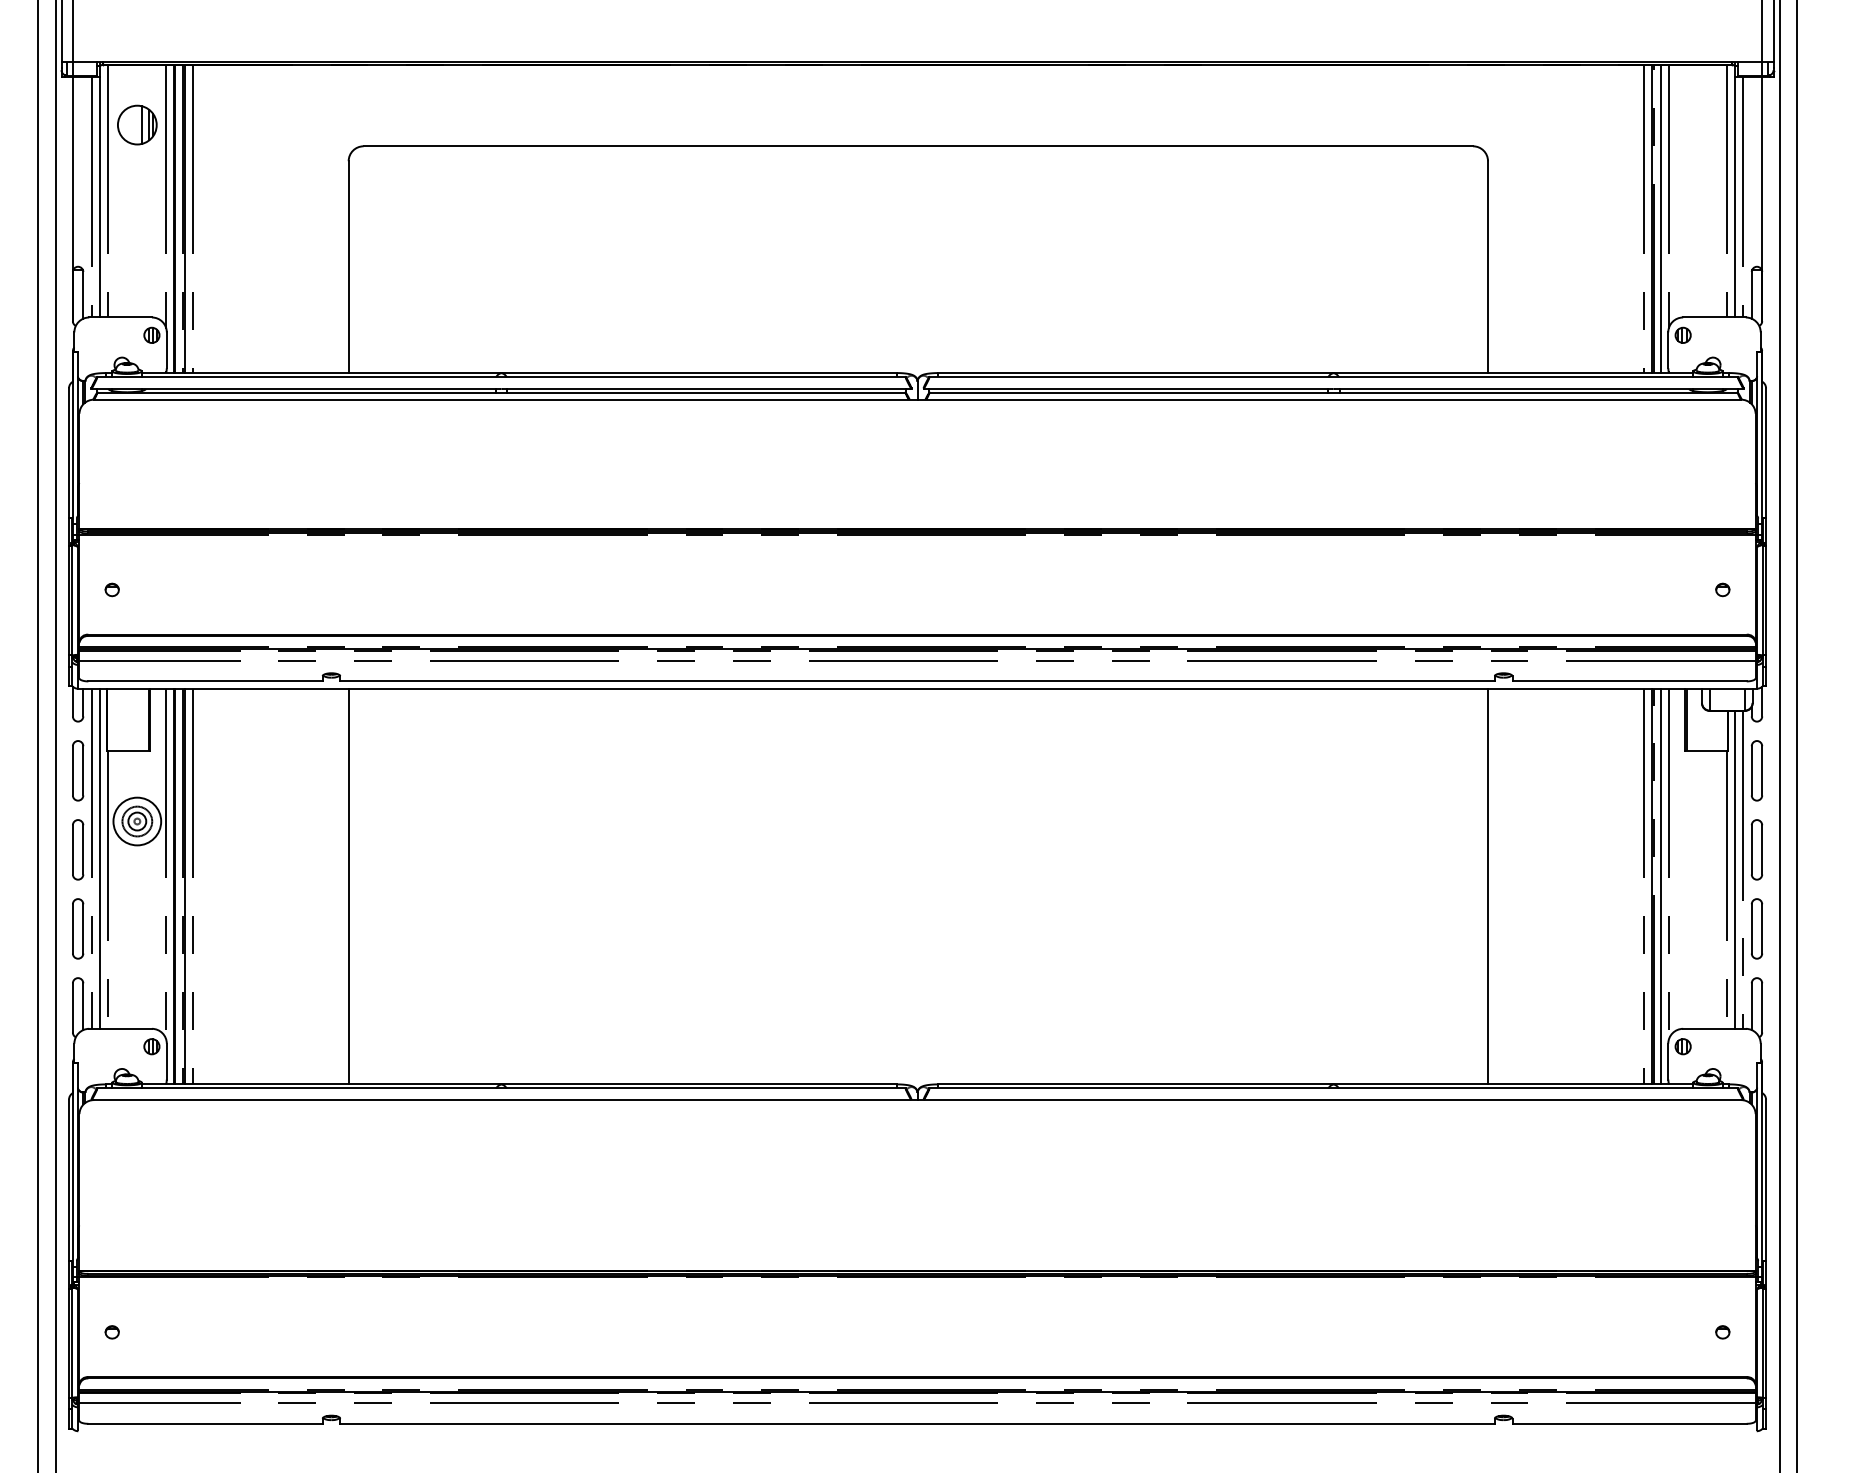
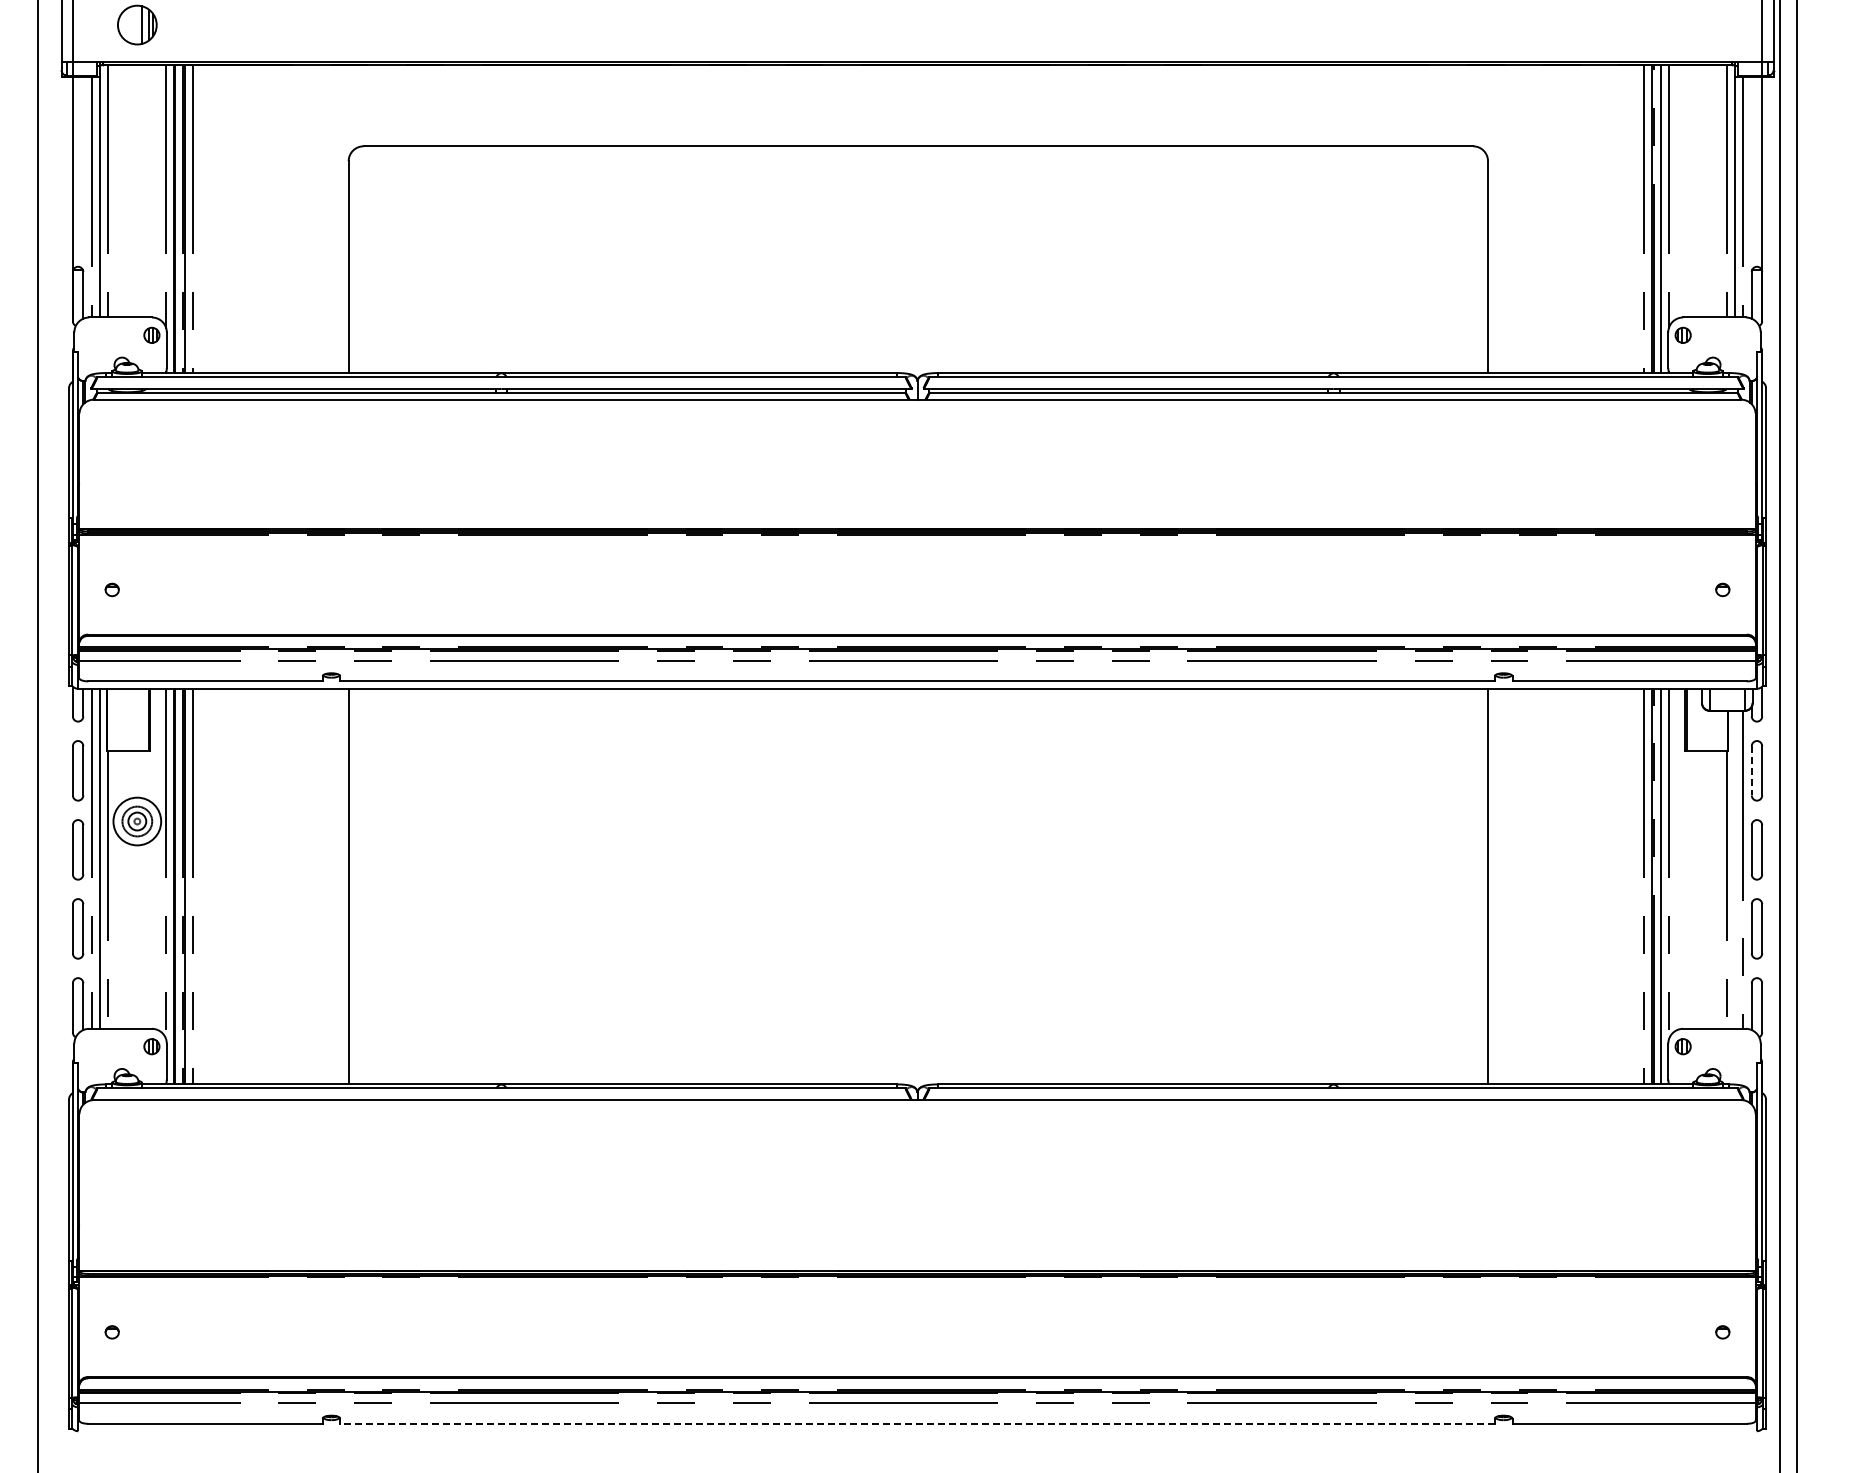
part at (137, 124) position: (137, 124) -> (137, 24)
line at (55, 735): present -> none
line at (1751, 770): solid -> dashed
line at (1734, 869): present -> none
line at (917, 1423): solid -> dashed
